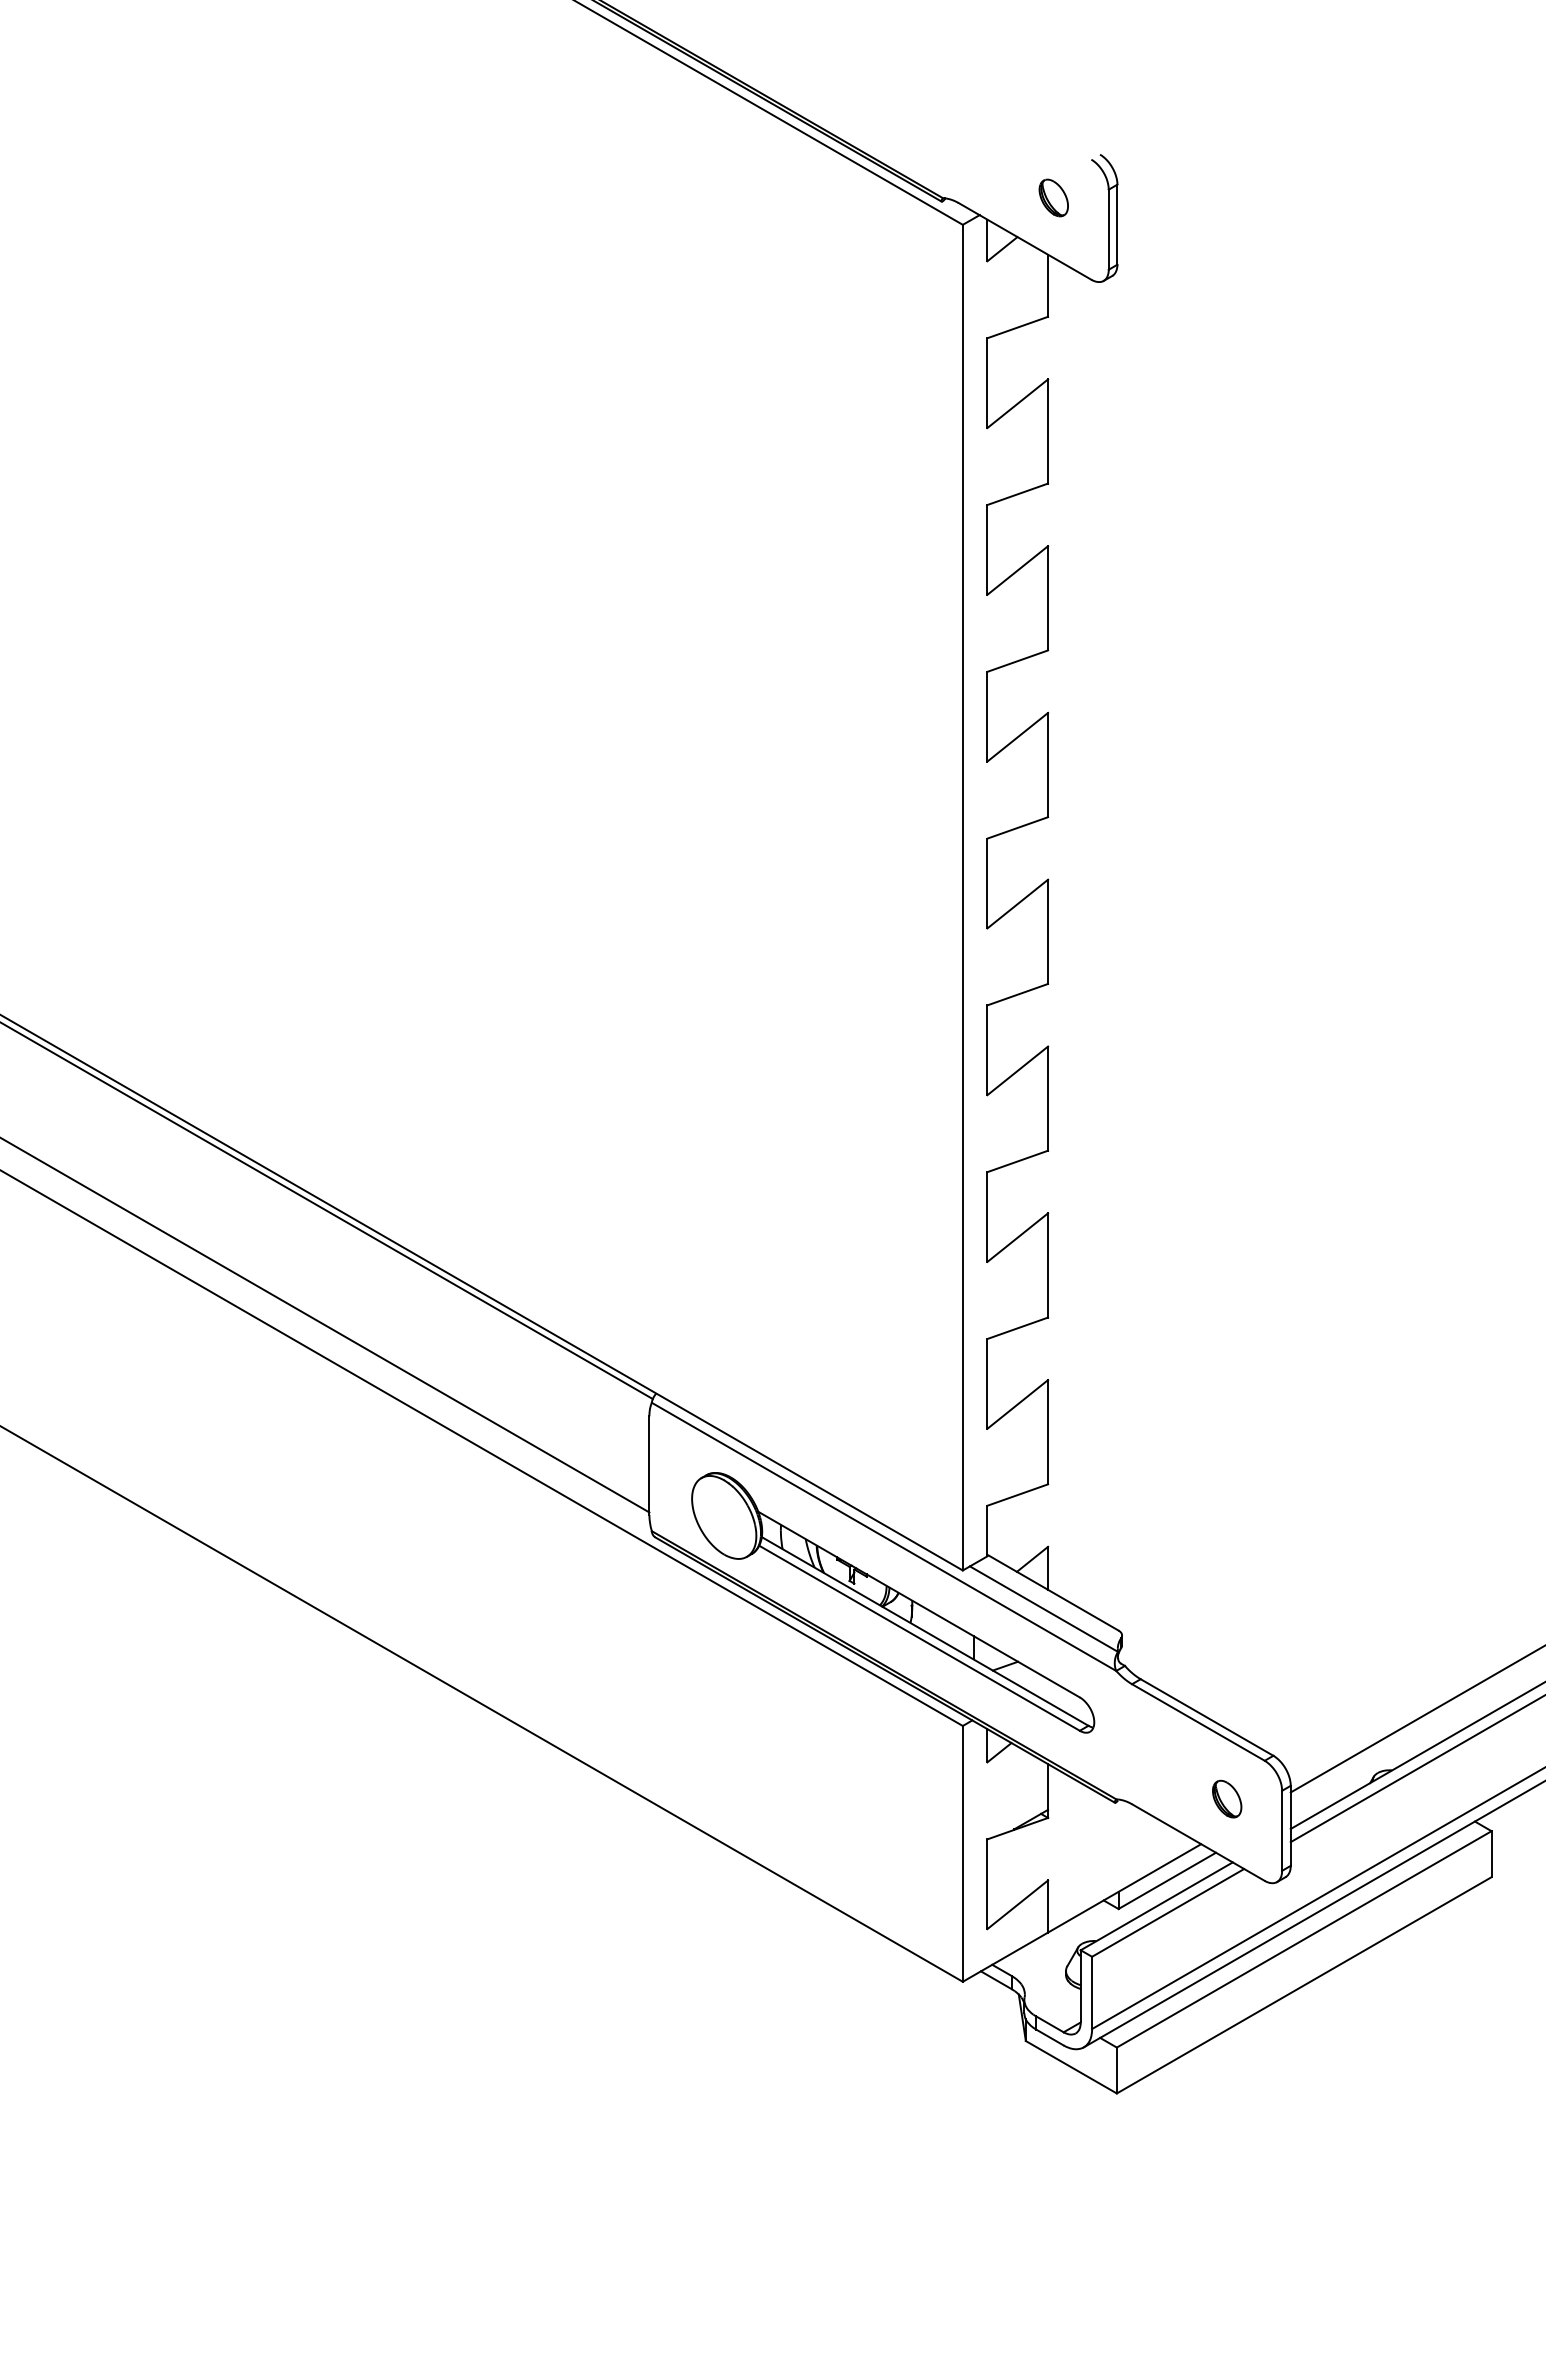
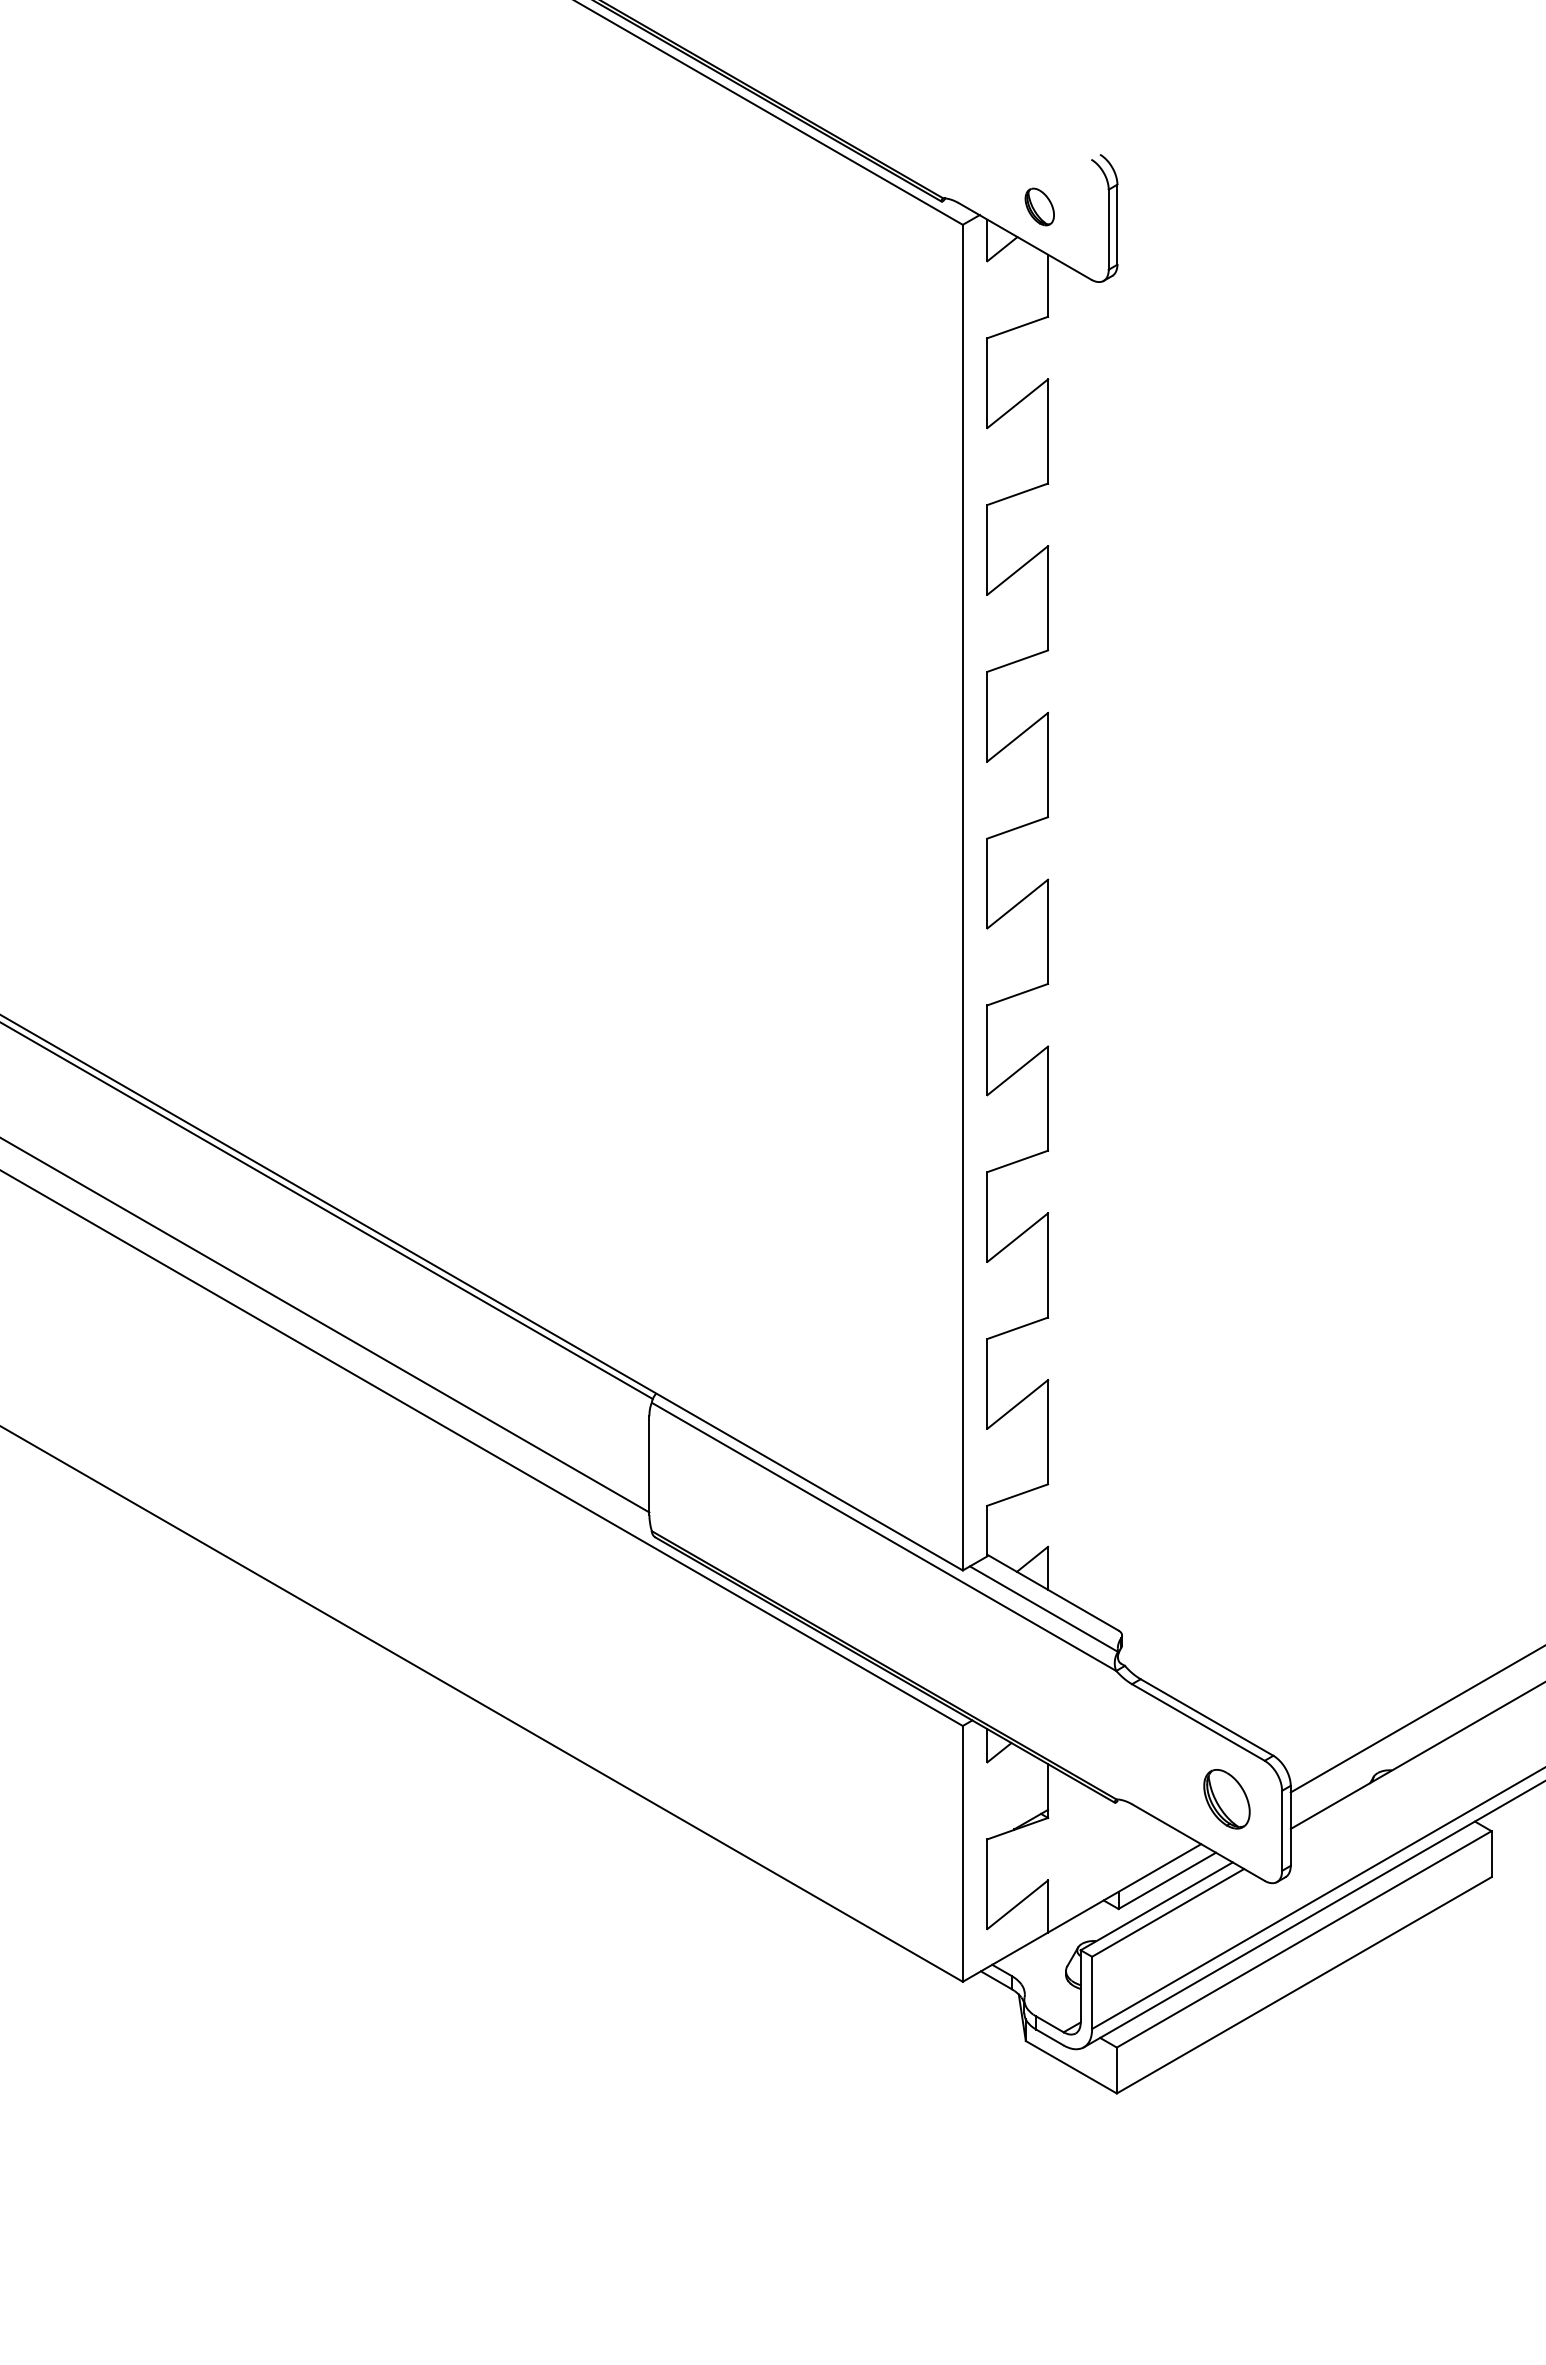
part at (1053, 197) position: (1053, 197) -> (1039, 206)
part at (893, 1602): present -> none
line at (1416, 1769): present -> none
part at (1227, 1798) size: 31x40 px -> 48x61 px
